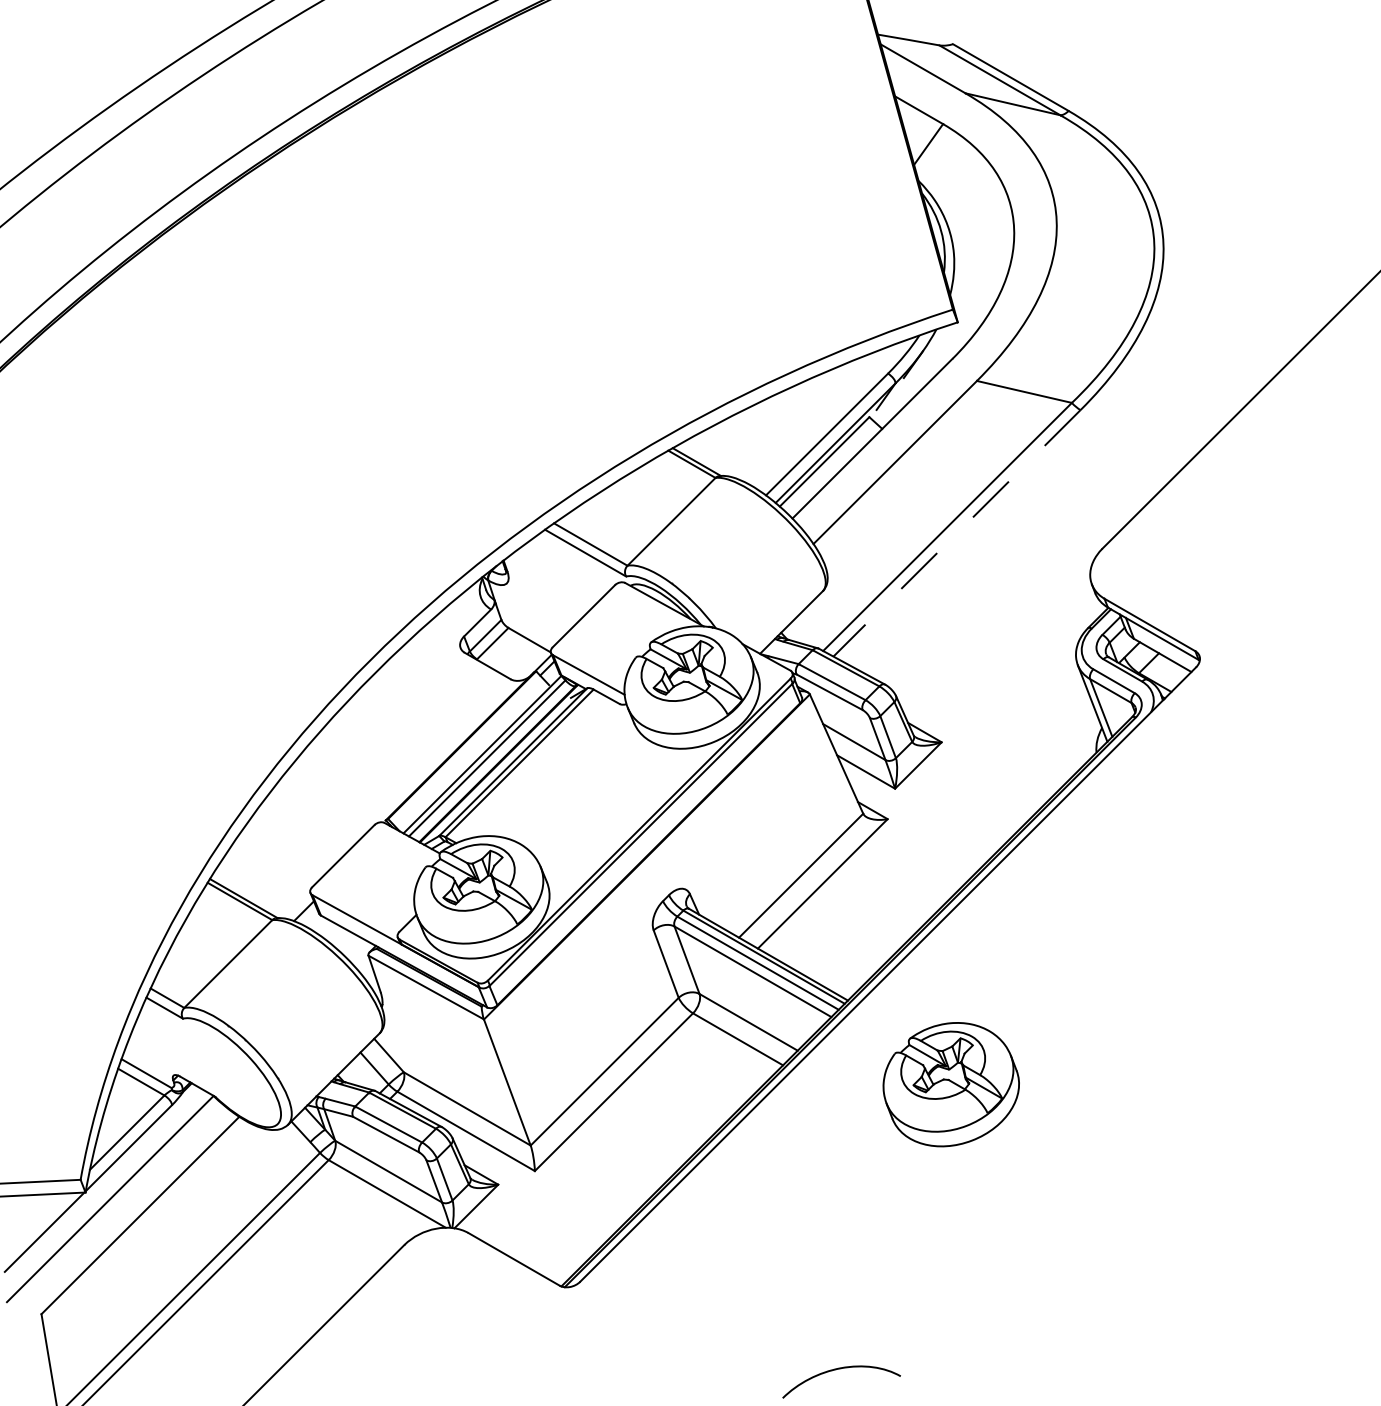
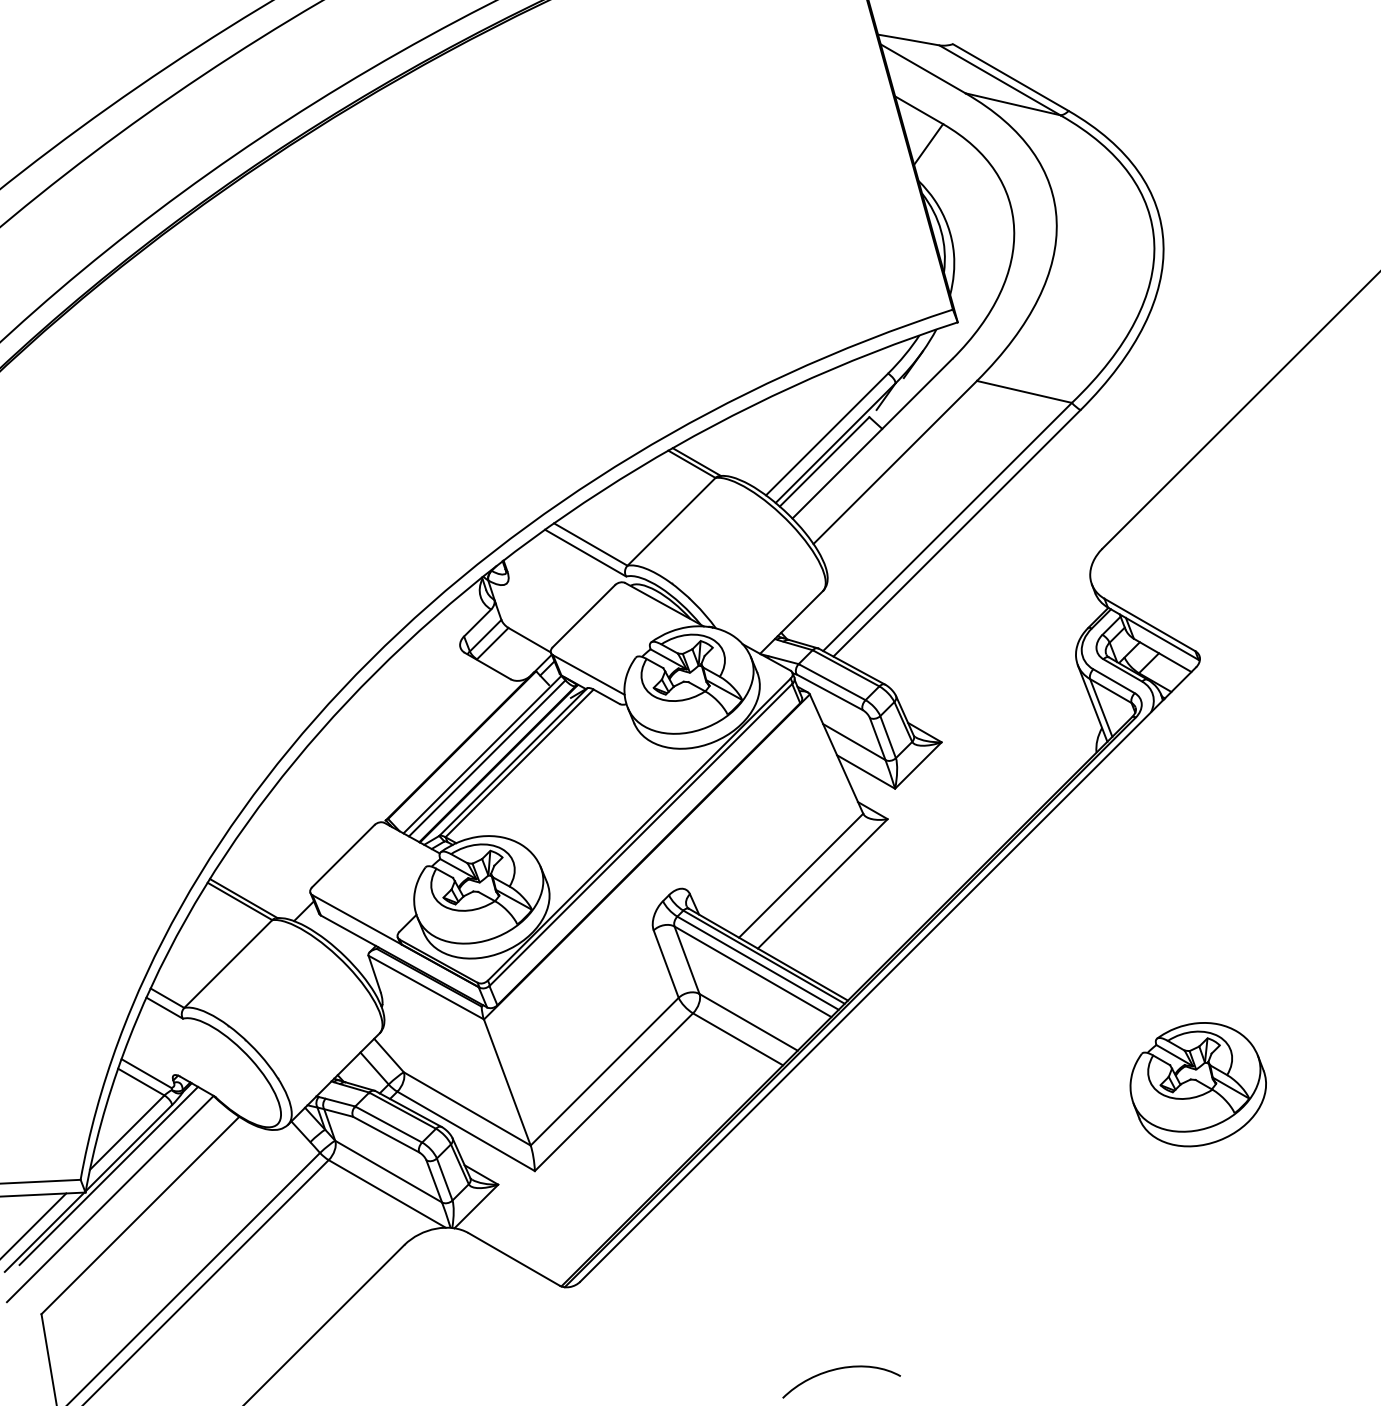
line at (957, 533): dashed -> solid
part at (950, 1084) position: (950, 1084) -> (1197, 1084)
line at (108, 1175): none -> present
line at (34, 1225): none -> present
